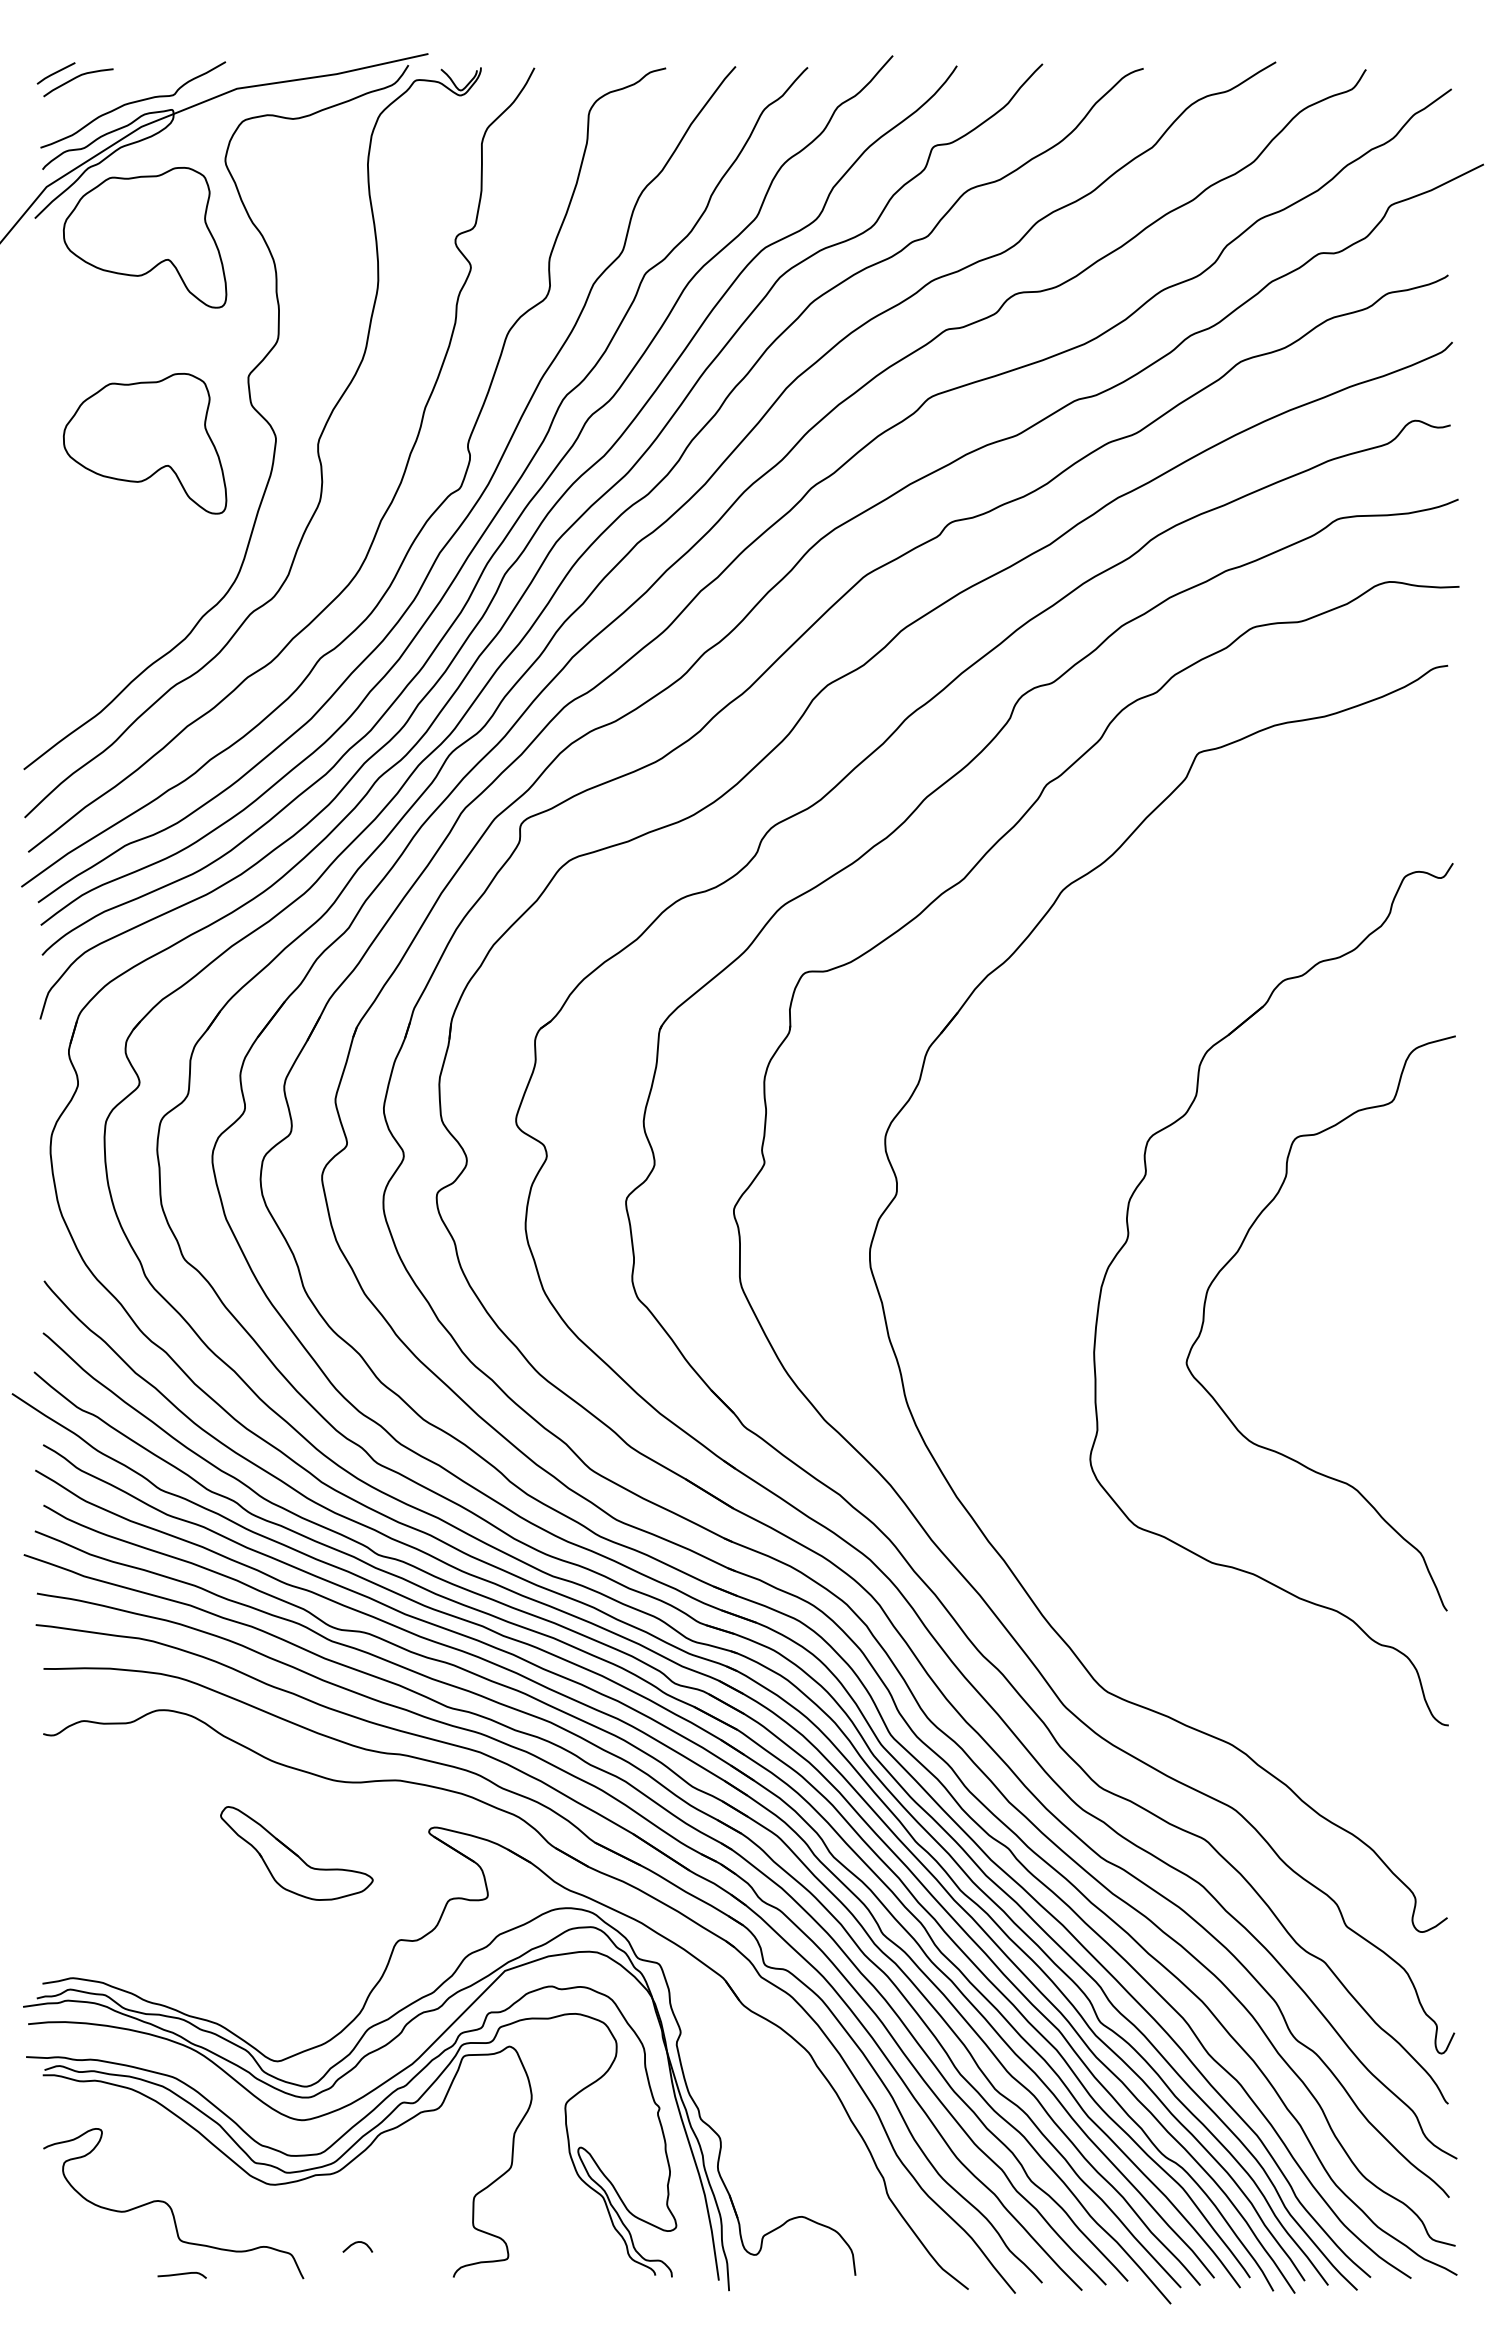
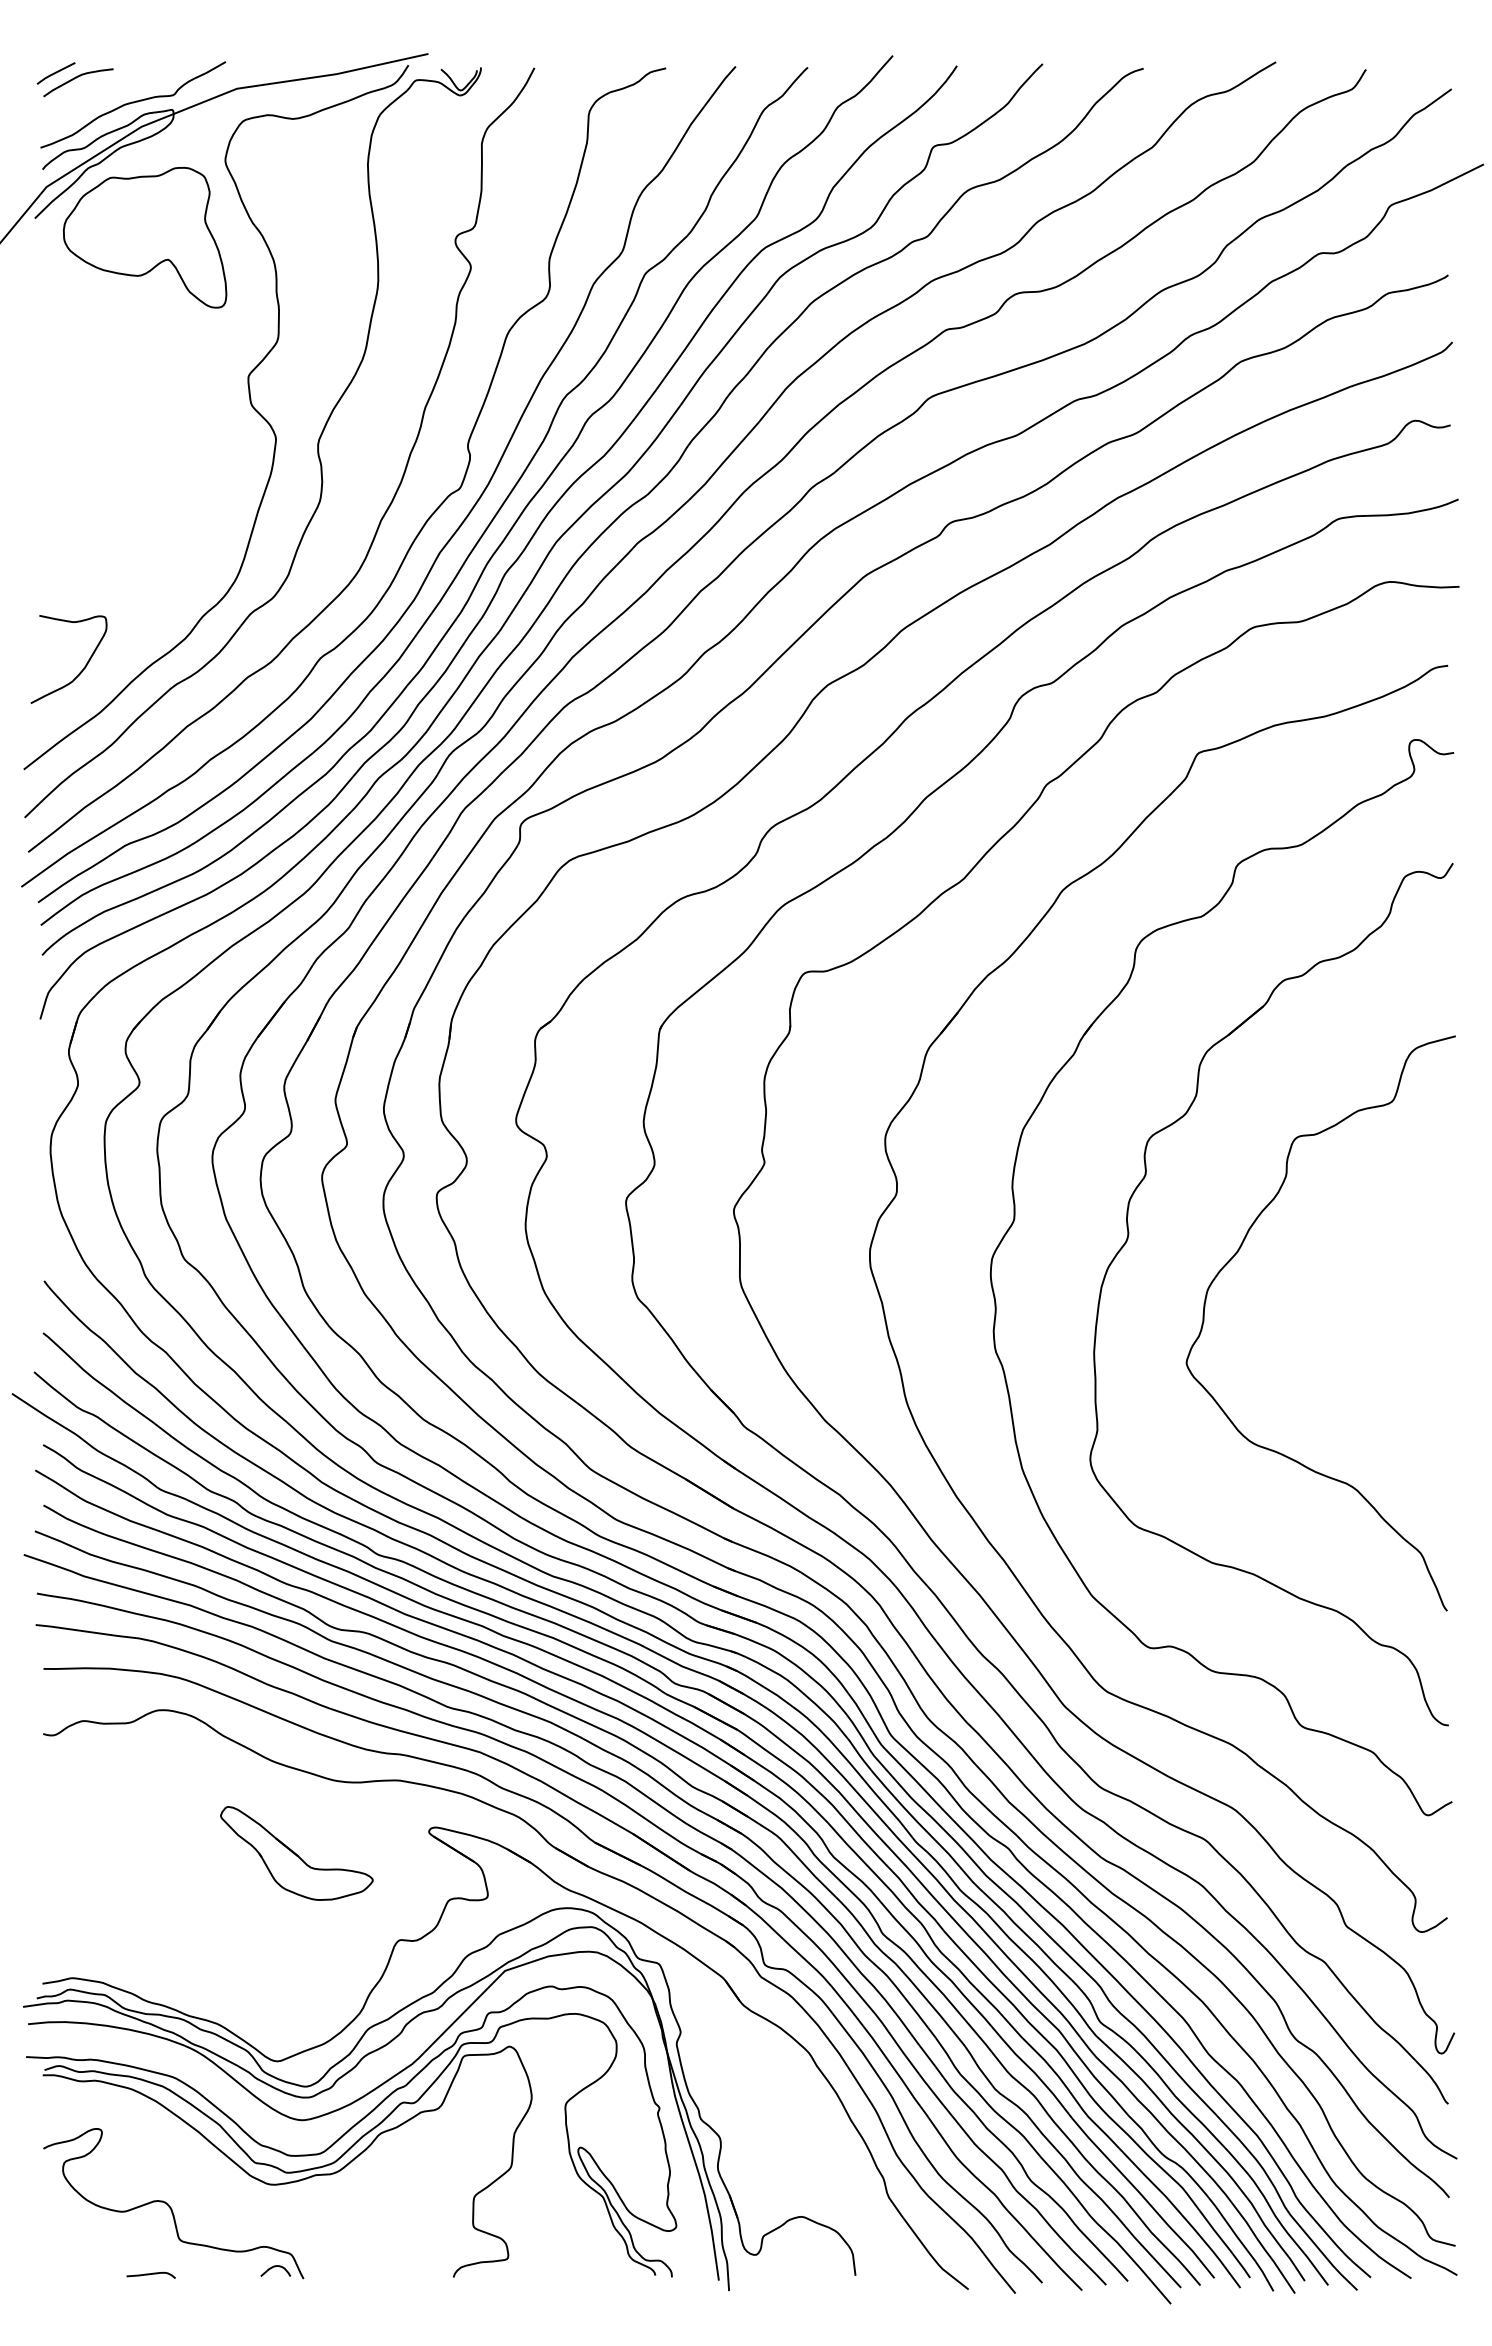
part at (145, 443): present -> none
curve at (80, 671): none -> present
part at (1015, 1219): none -> present
curve at (357, 2243) position: (357, 2243) -> (275, 2267)
curve at (181, 2274) position: (181, 2274) -> (150, 2274)
